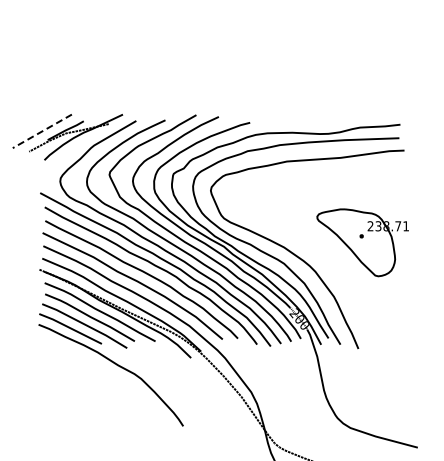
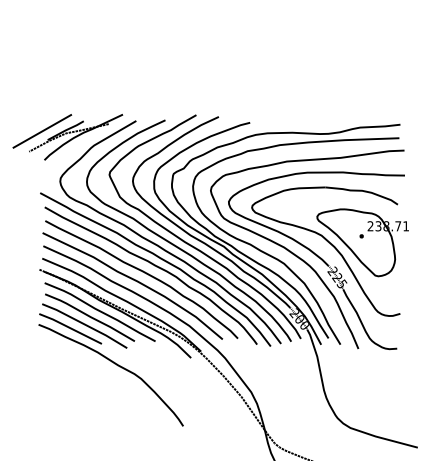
line at (42, 131): dashed -> solid
part at (316, 260): none -> present
